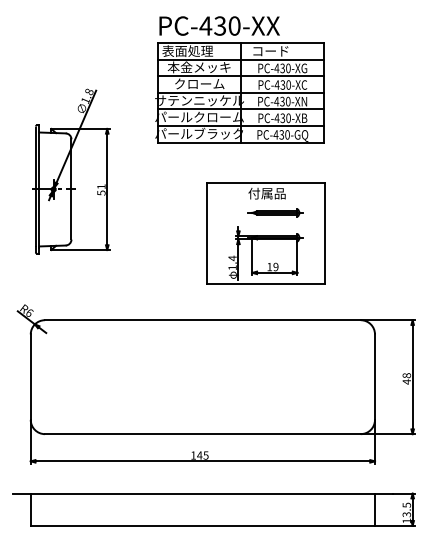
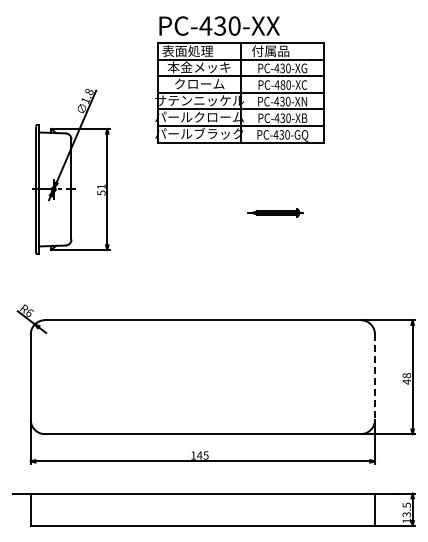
text at (270, 51): コード -> 付属品
text at (282, 84): PC-430-XC -> PC-480-XC
part at (265, 233): present -> none
line at (375, 377): solid -> dashed
